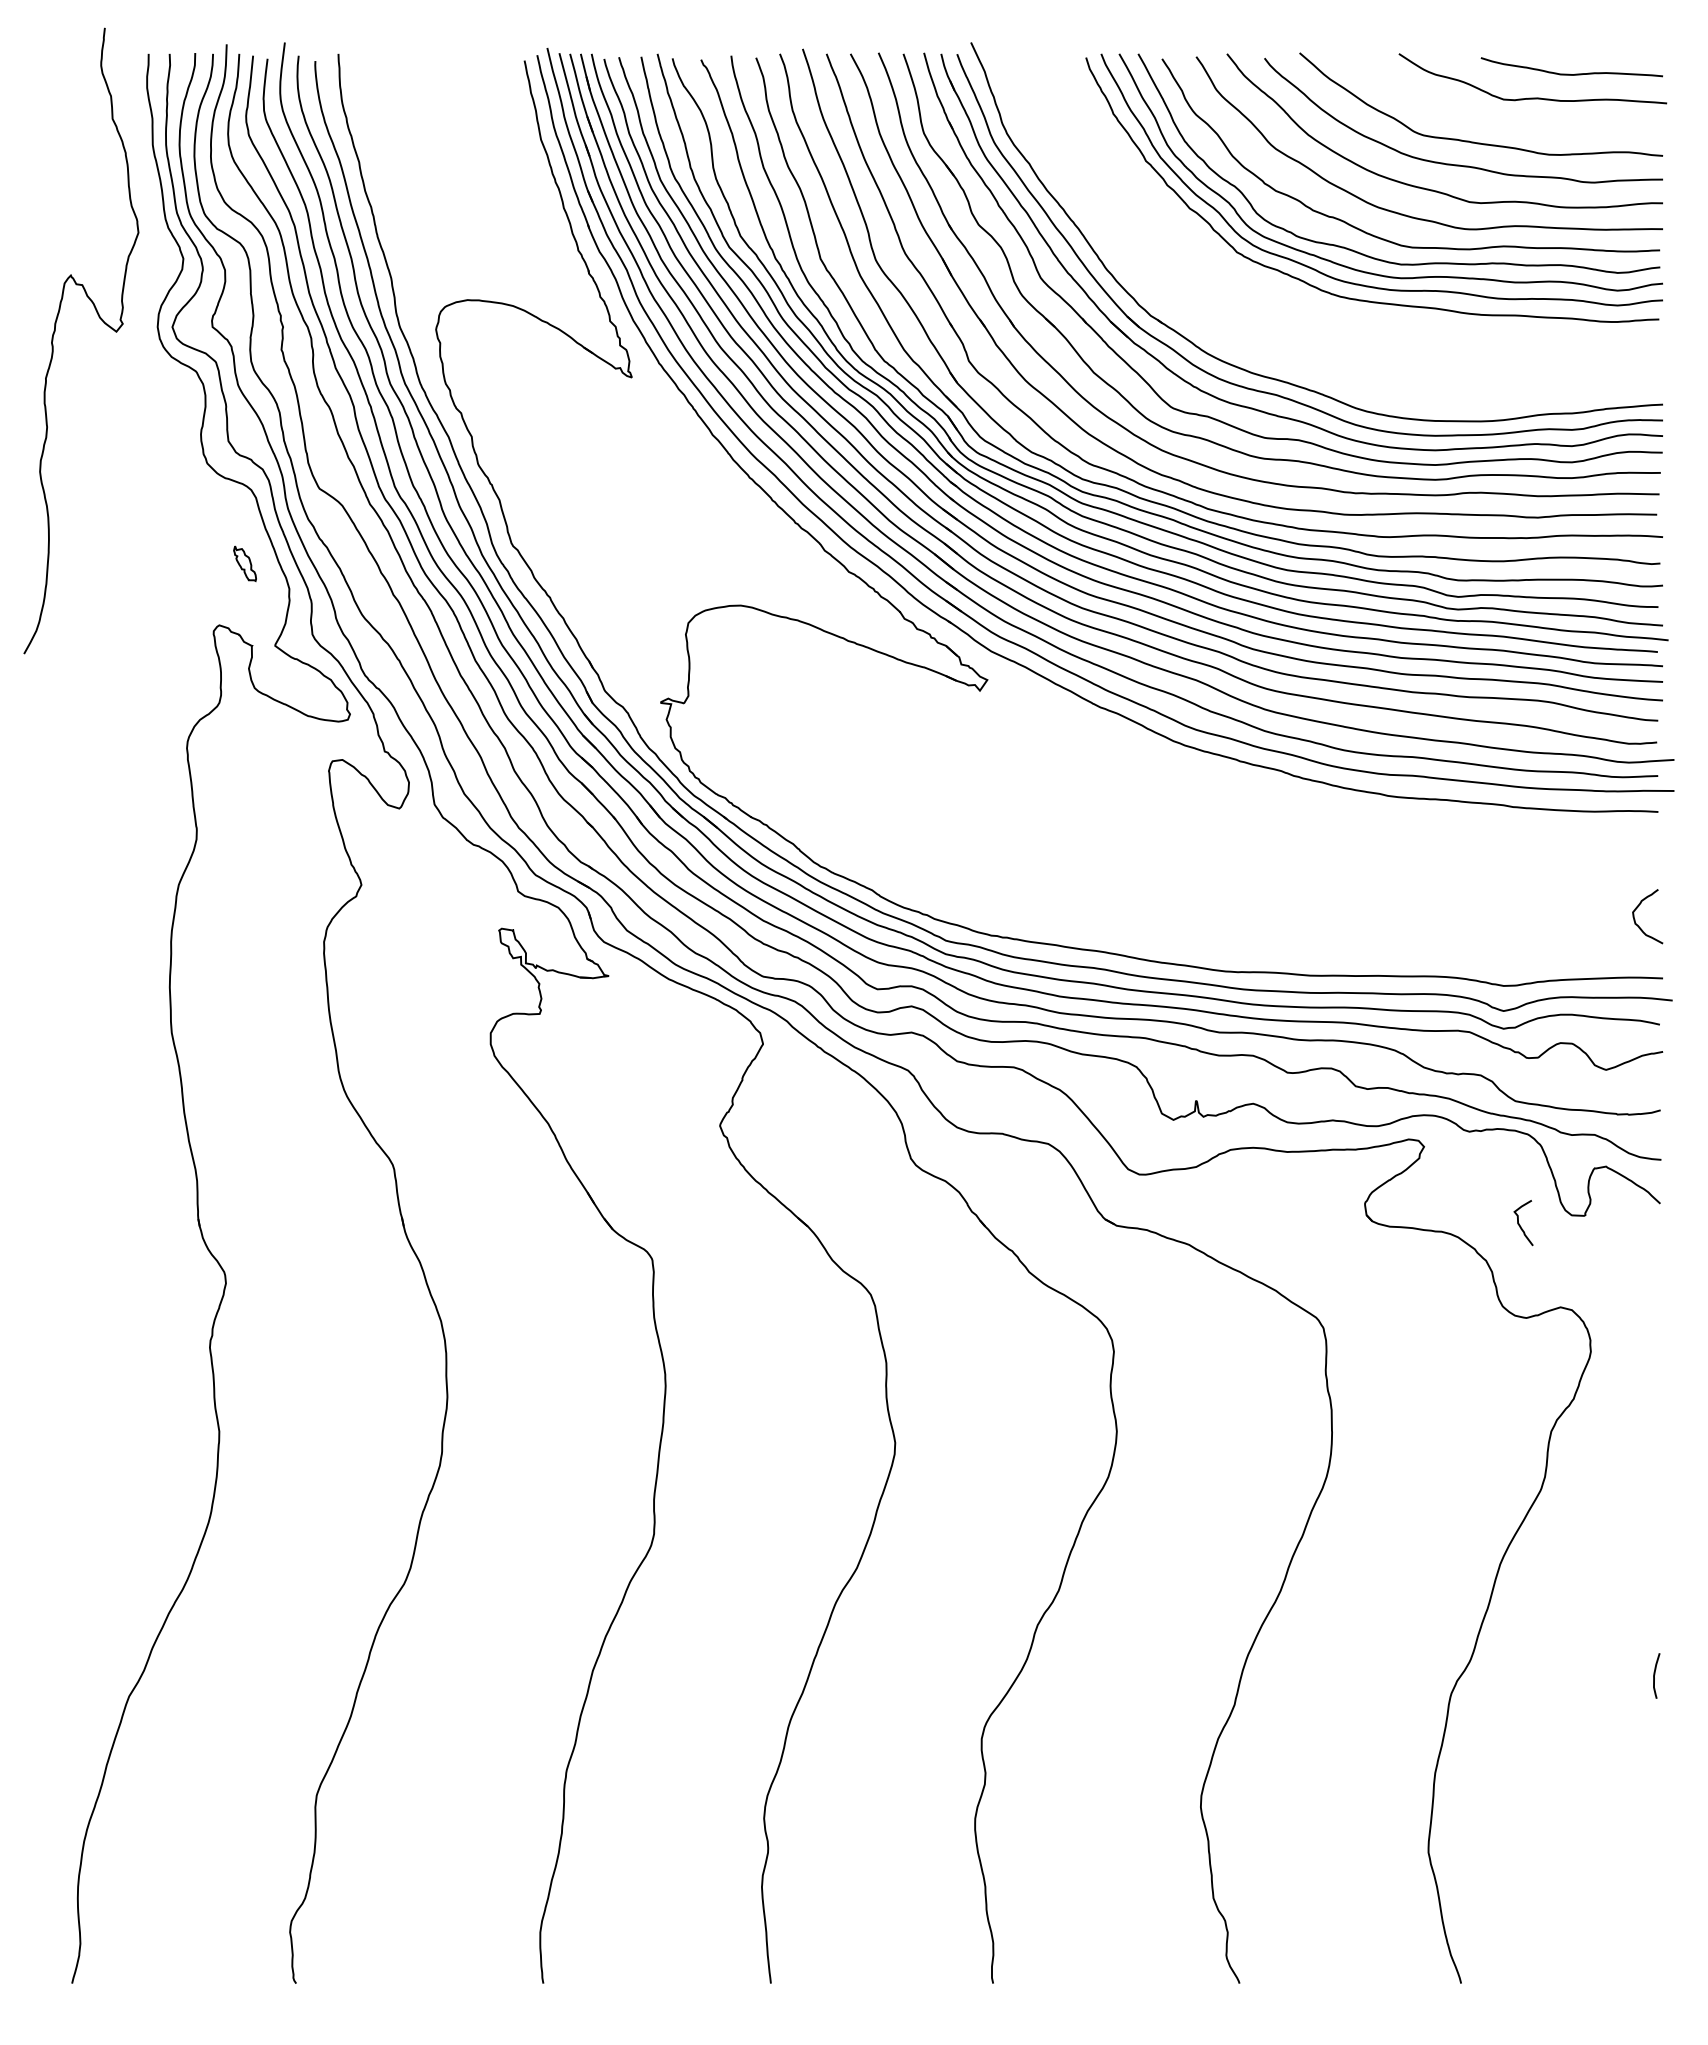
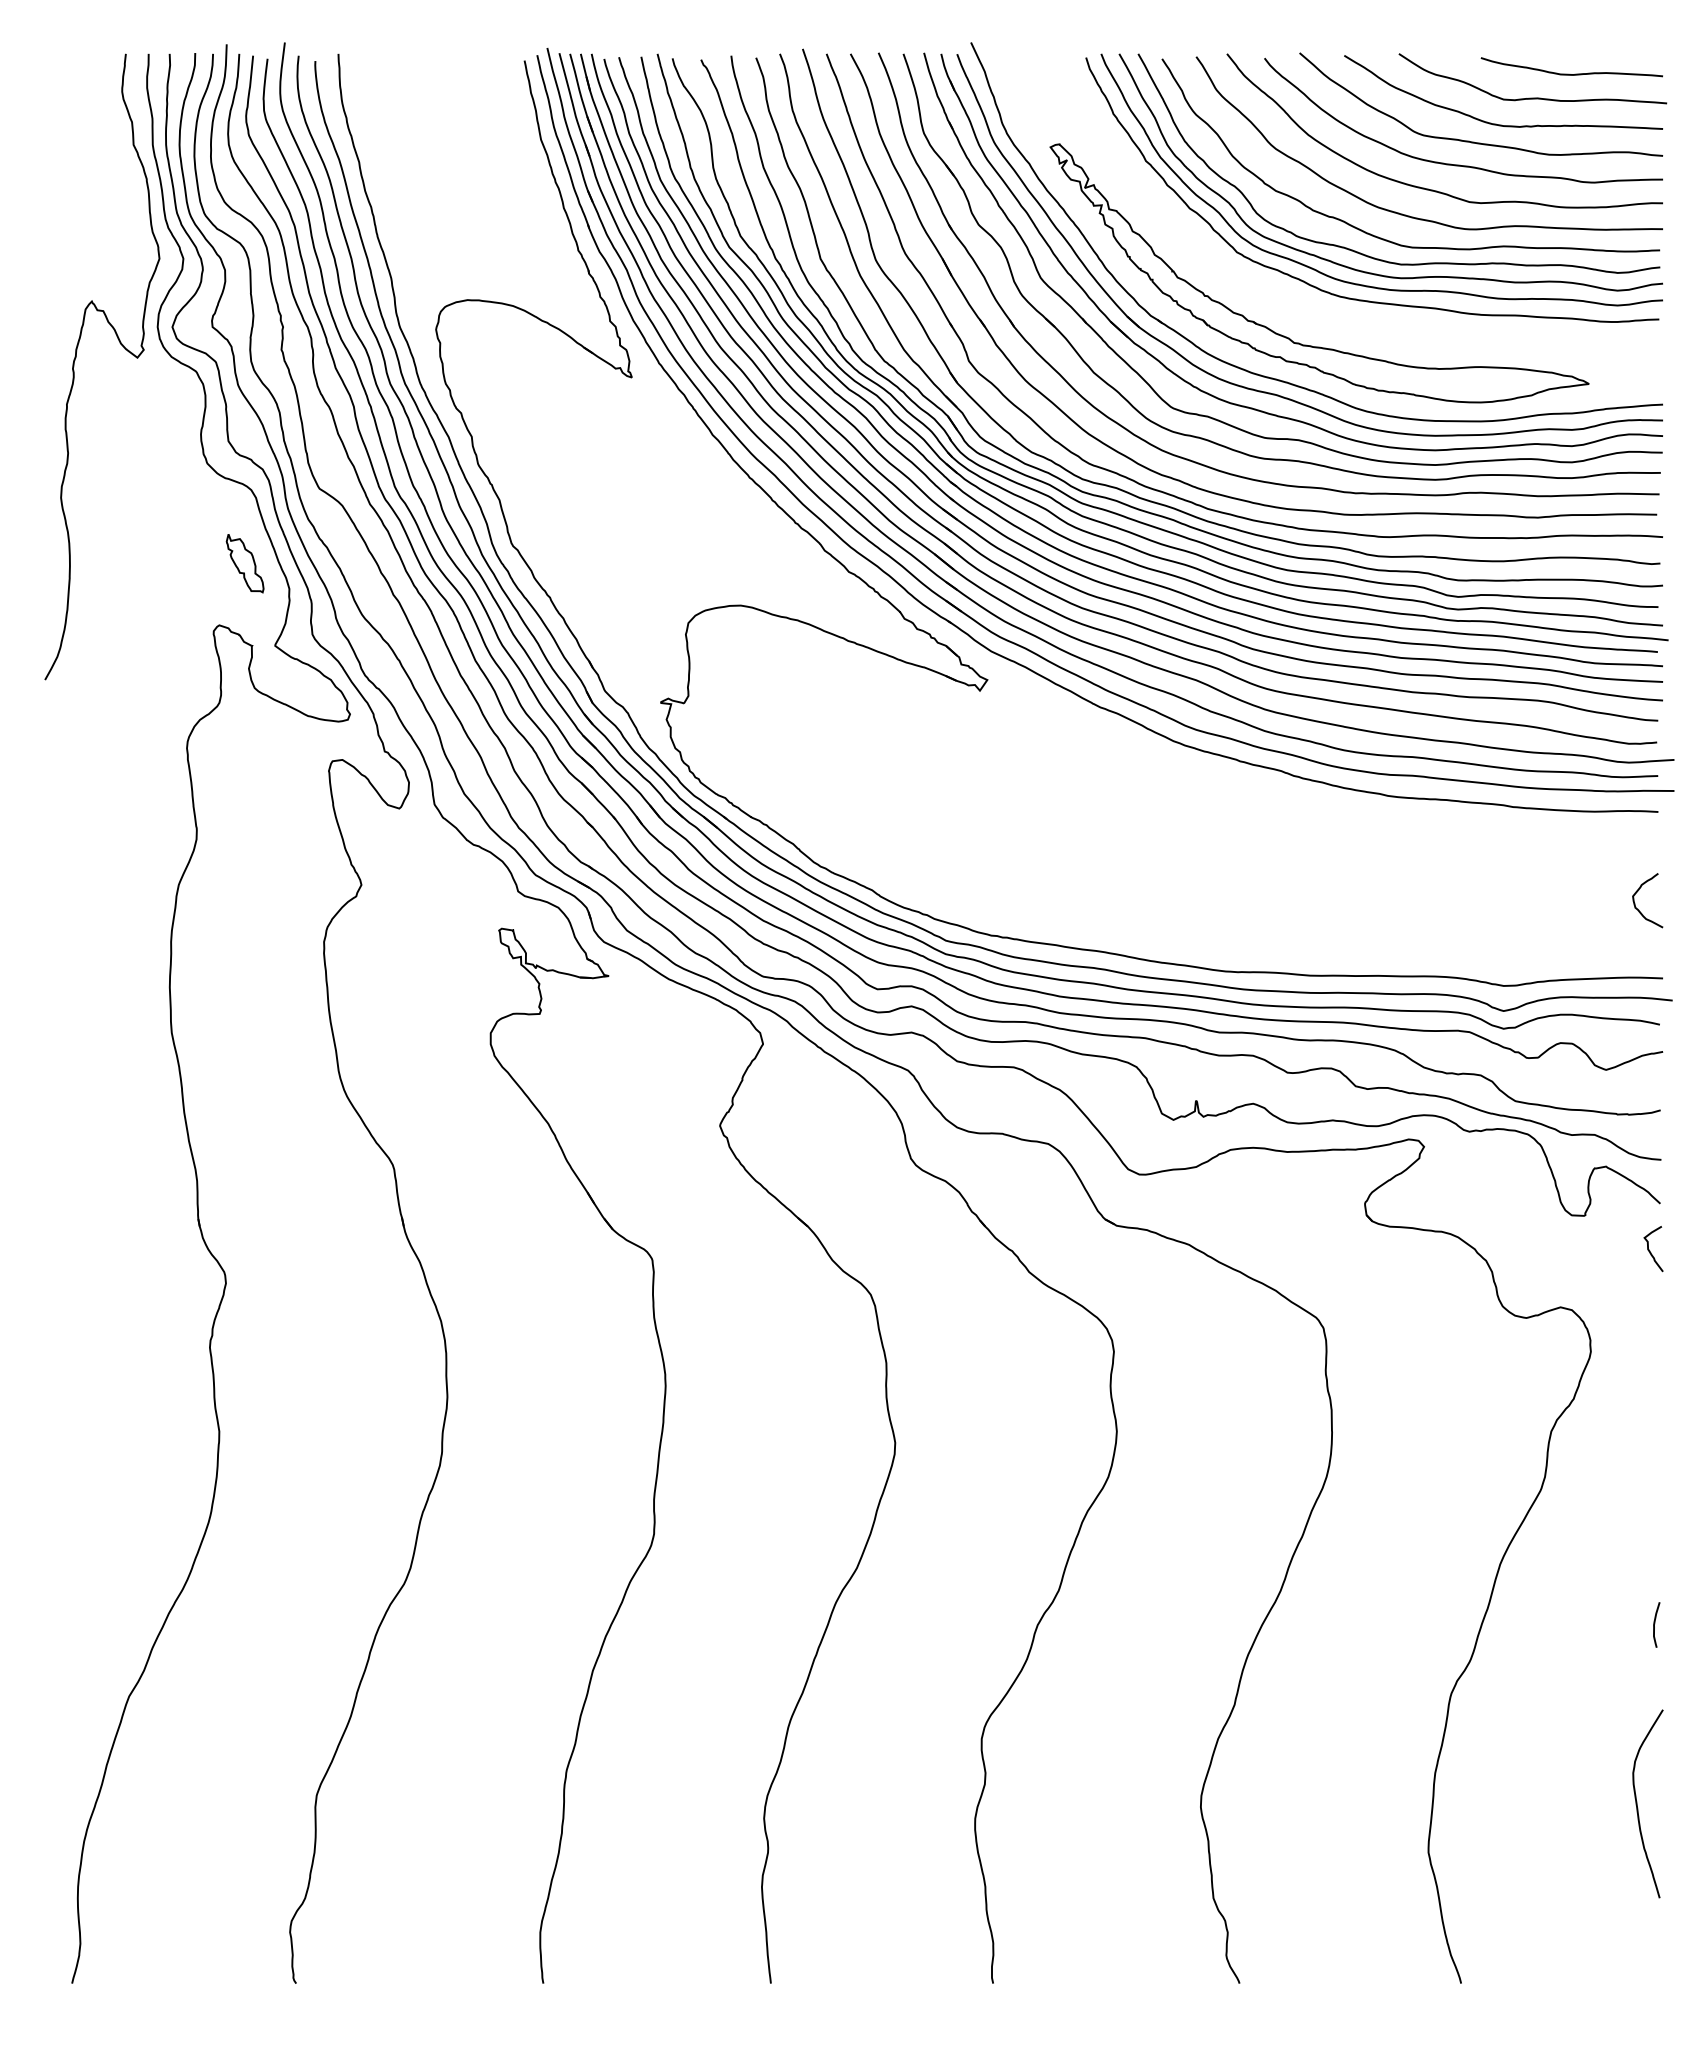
curve at (1496, 123): none -> present
curve at (55, 332) position: (55, 332) -> (76, 358)
part at (1289, 337): none -> present
part at (244, 563) size: 24x38 px -> 40x60 px
curve at (1635, 919) position: (1635, 919) -> (1635, 903)
curve at (1520, 1225) position: (1520, 1225) -> (1650, 1251)
curve at (1655, 1674) position: (1655, 1674) -> (1655, 1623)
curve at (1637, 1803): none -> present
